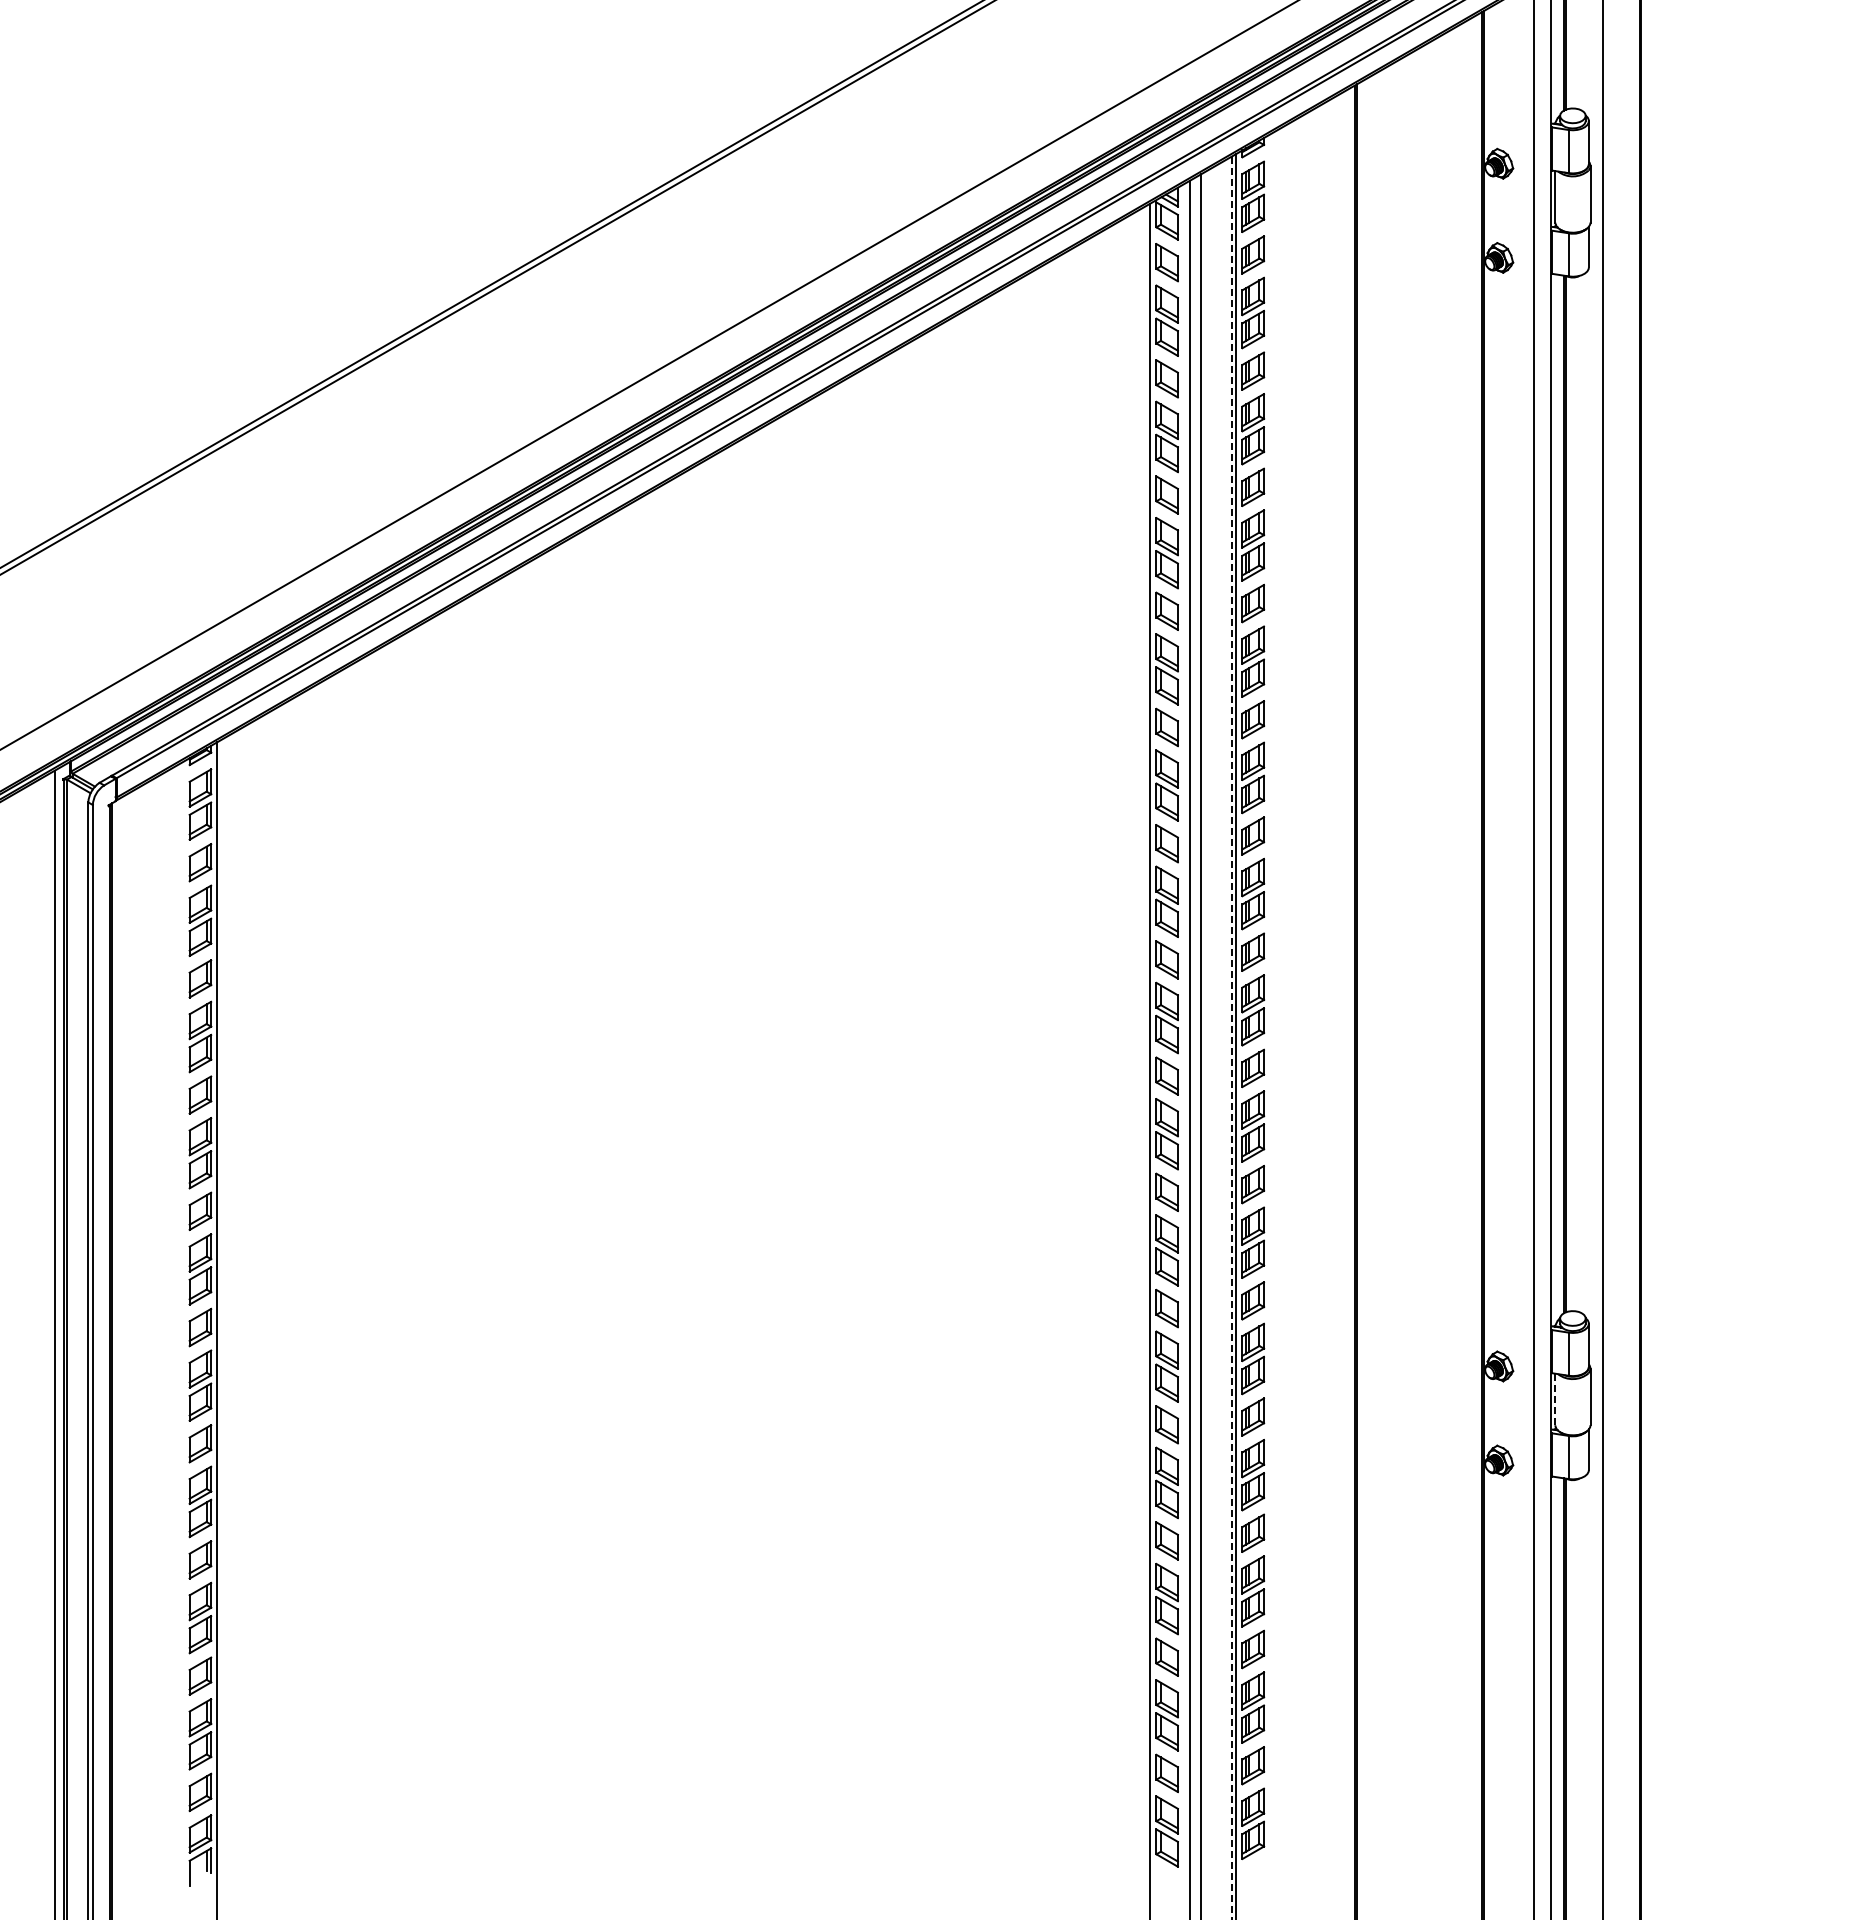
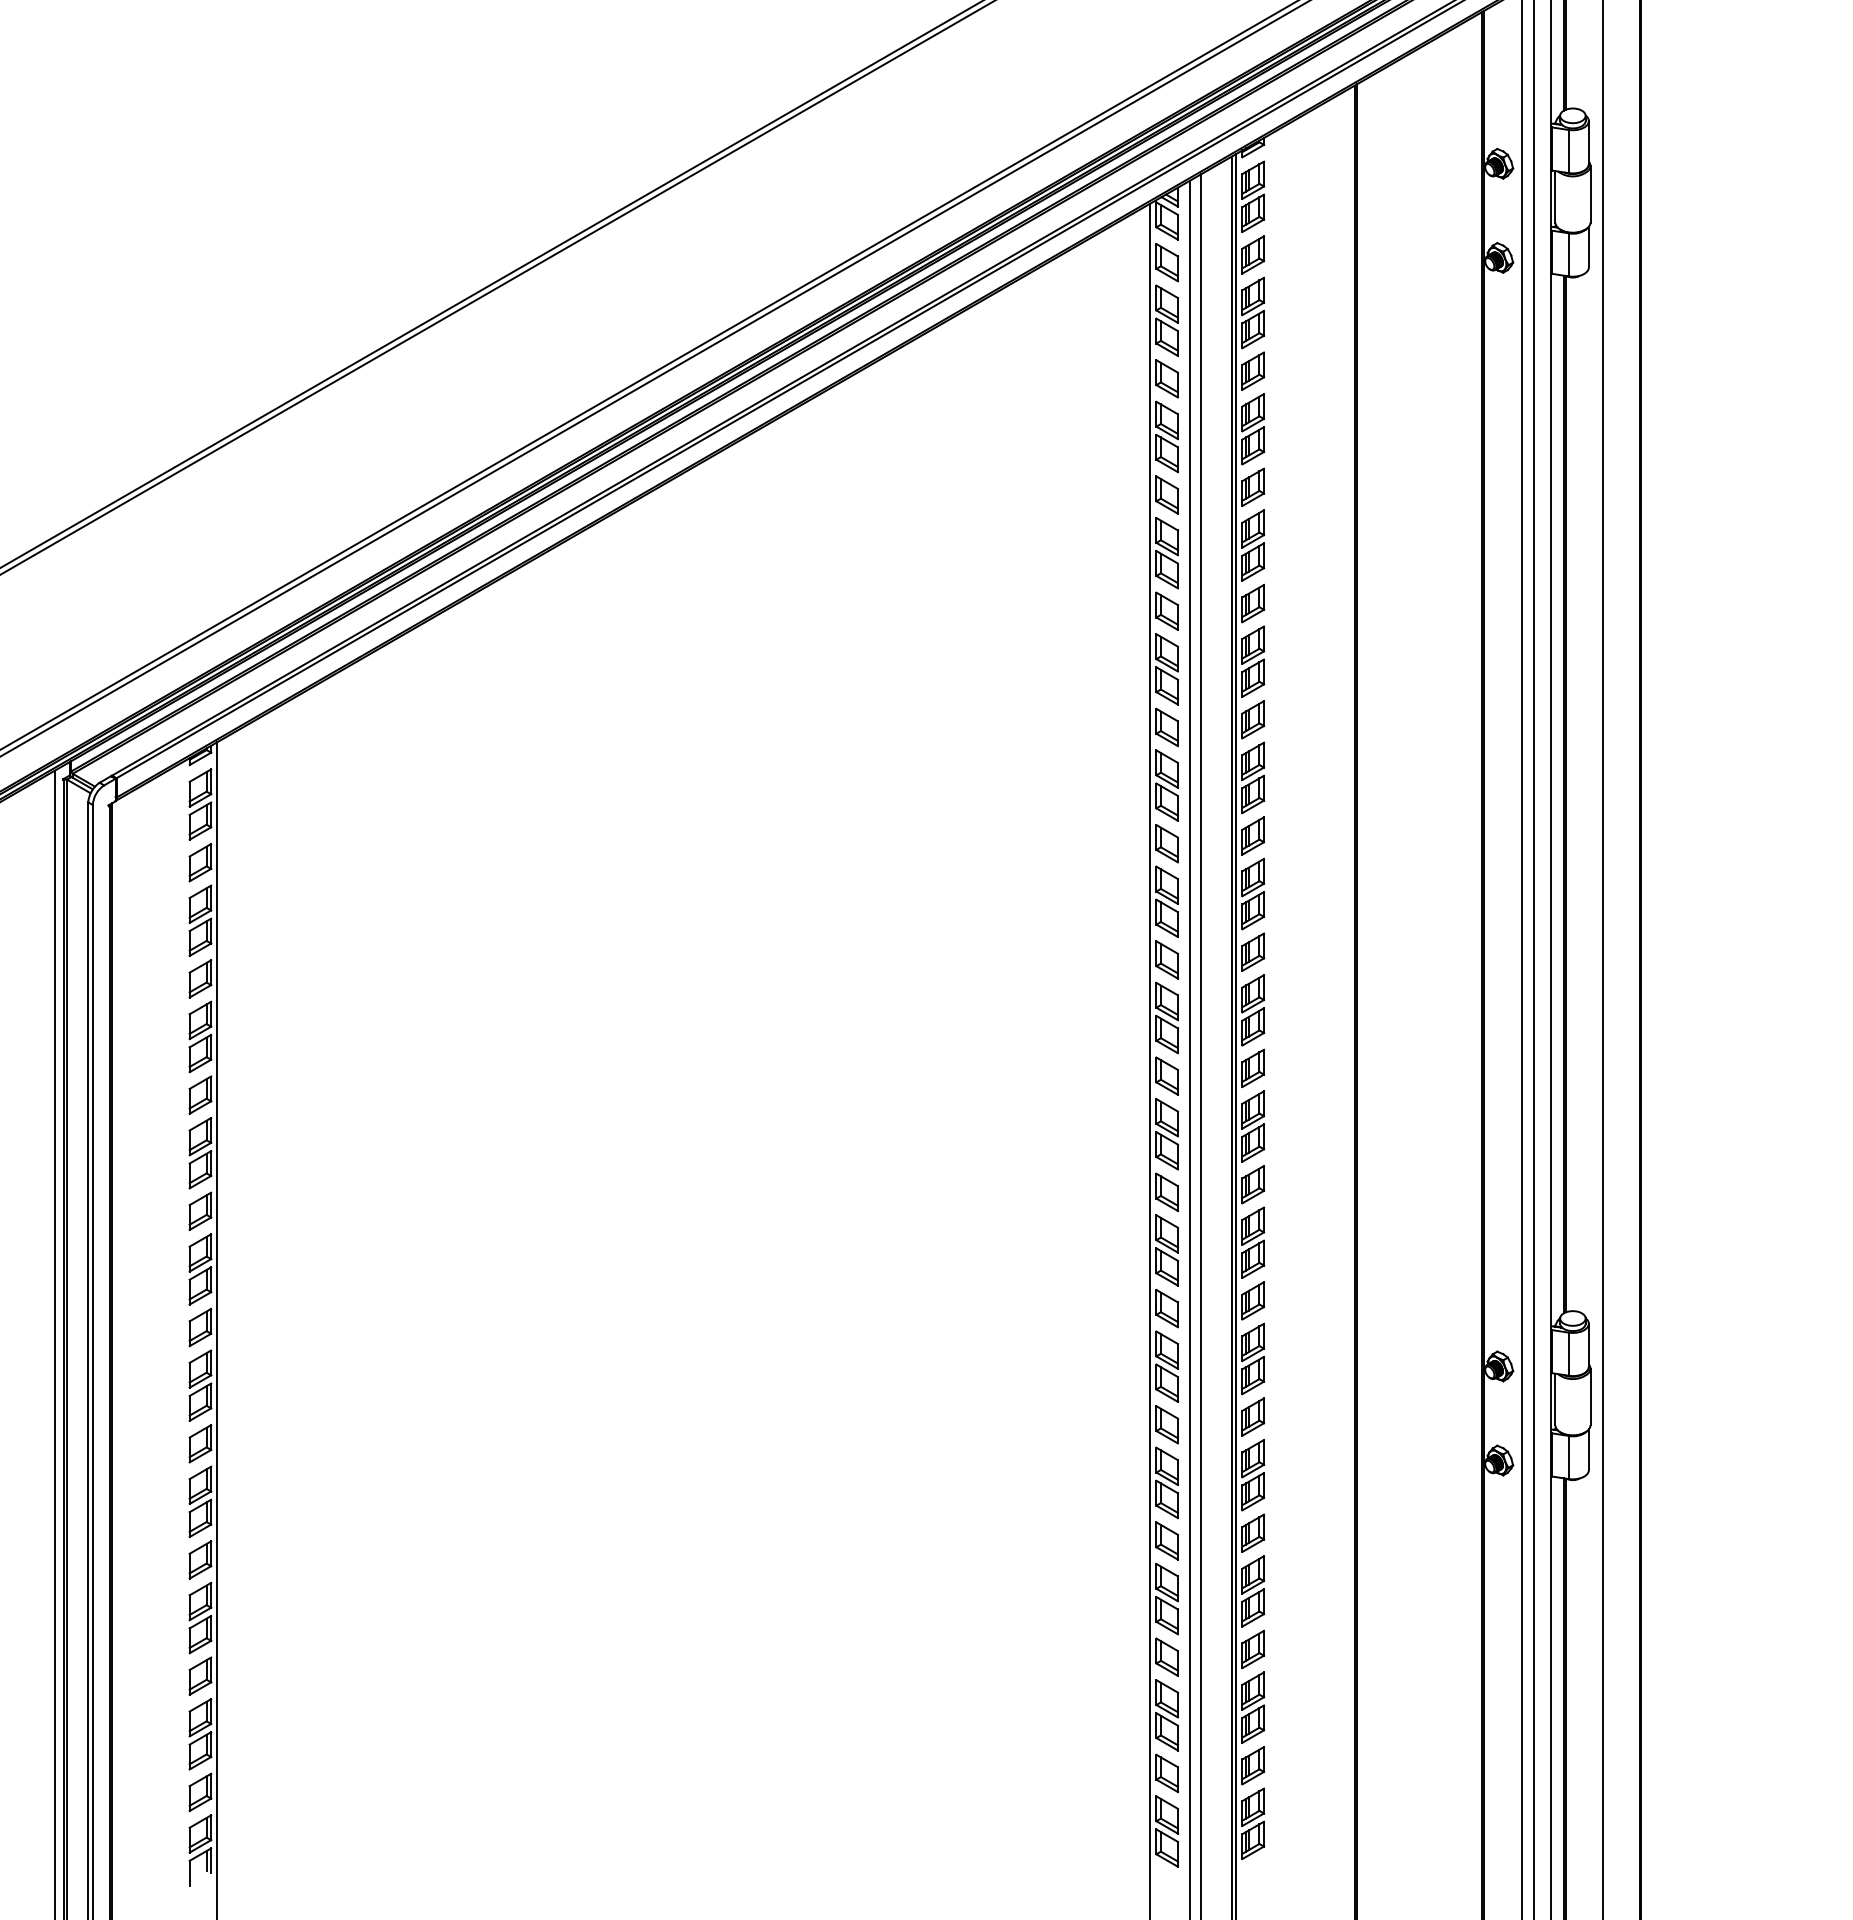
line at (654, 378): none -> present
line at (1522, 959): none -> present
line at (1231, 1037): dashed -> solid
line at (1555, 1399): dashed -> solid
